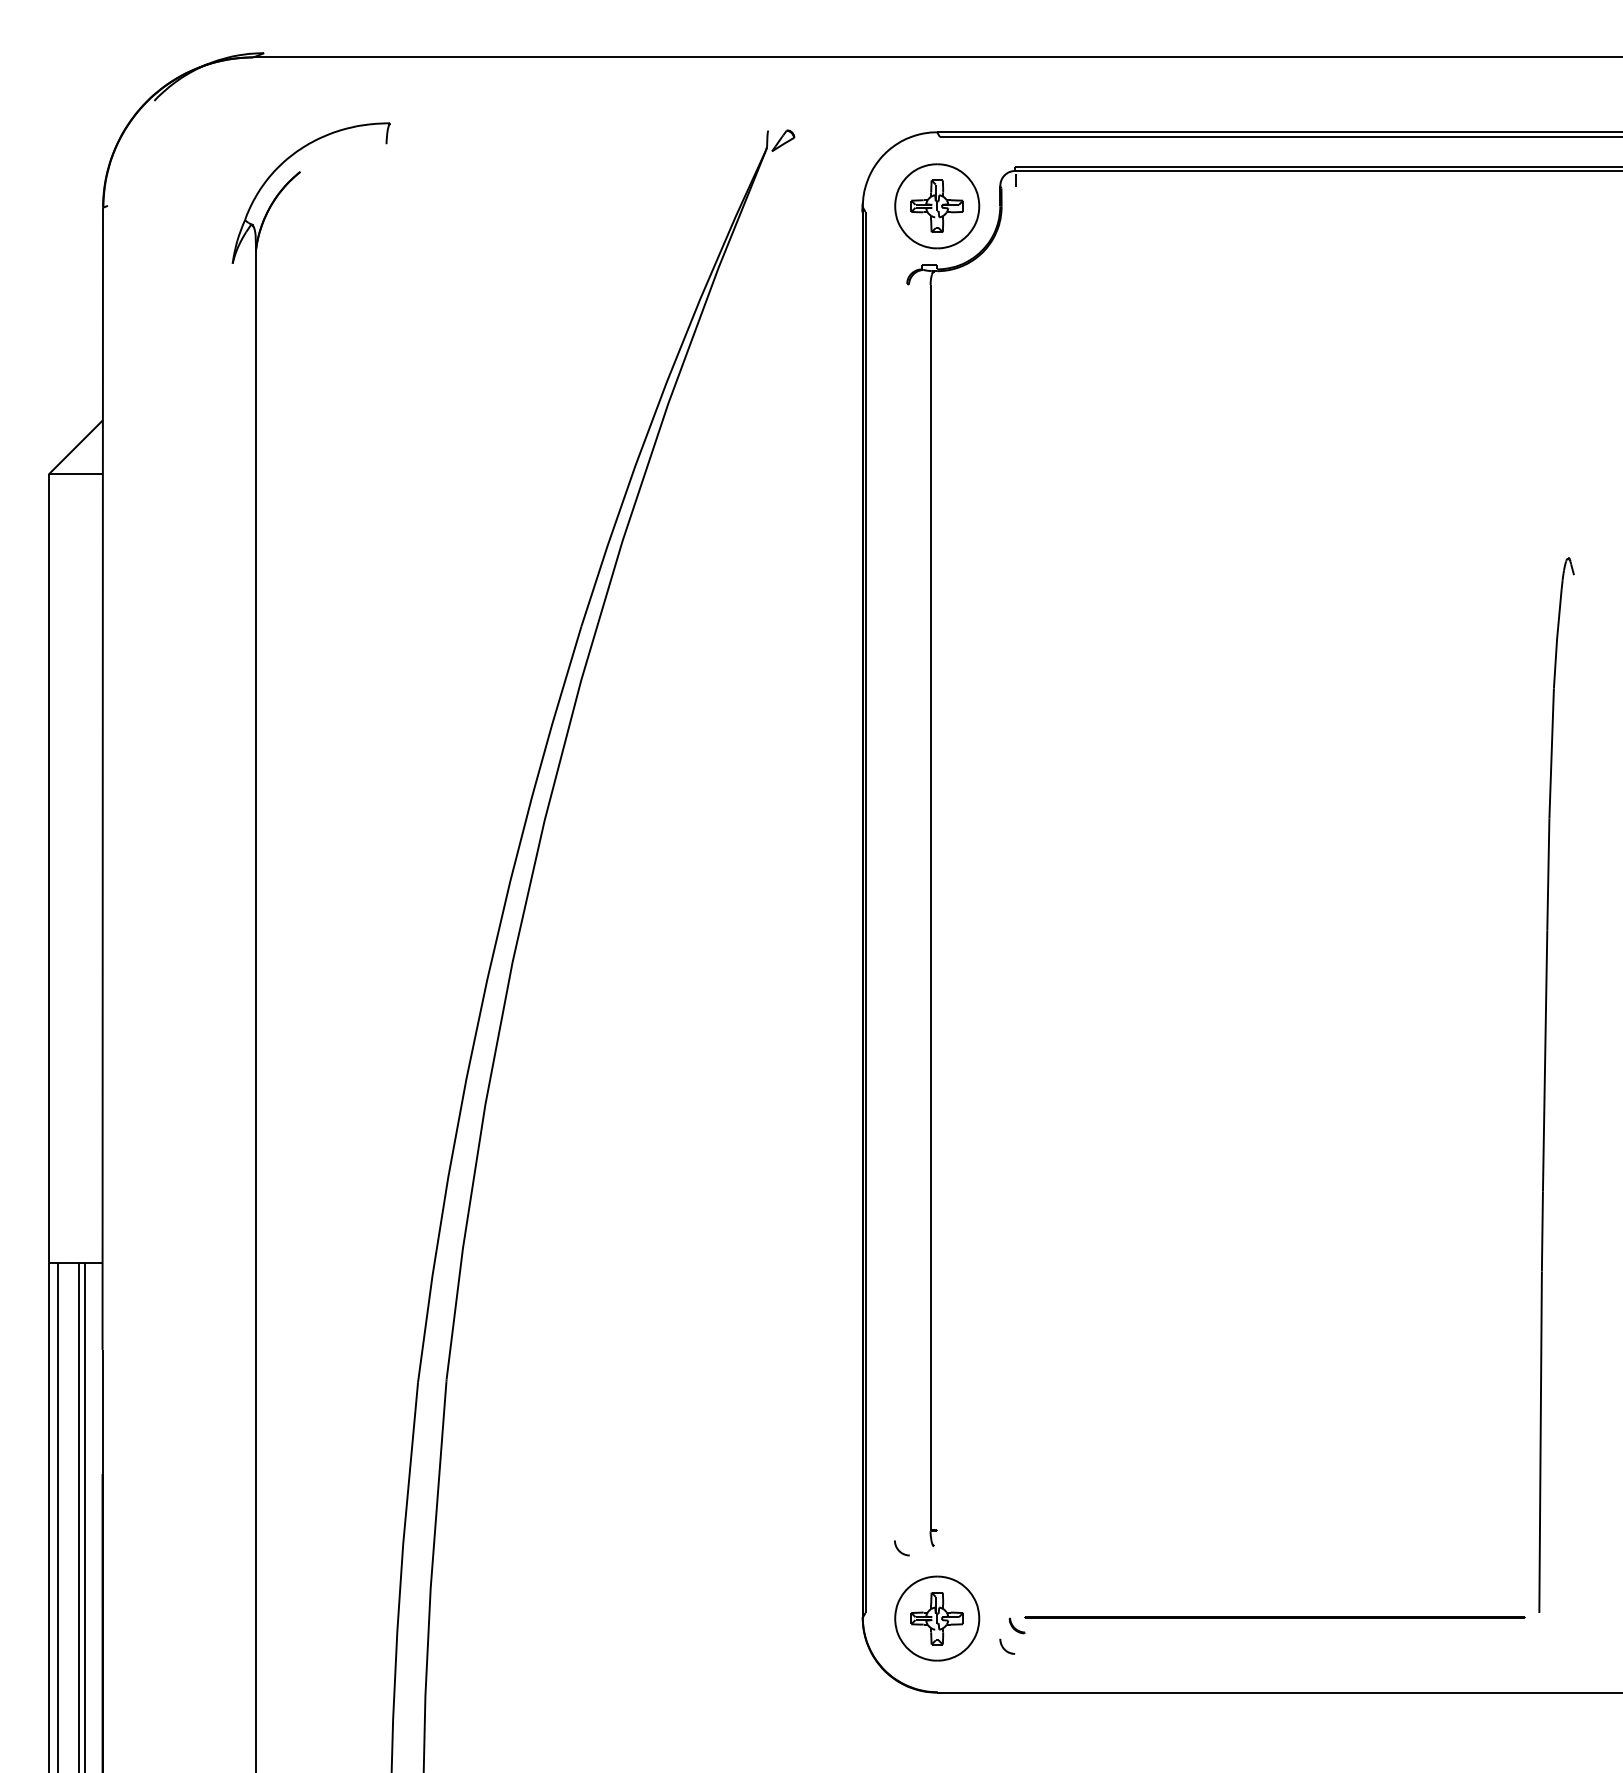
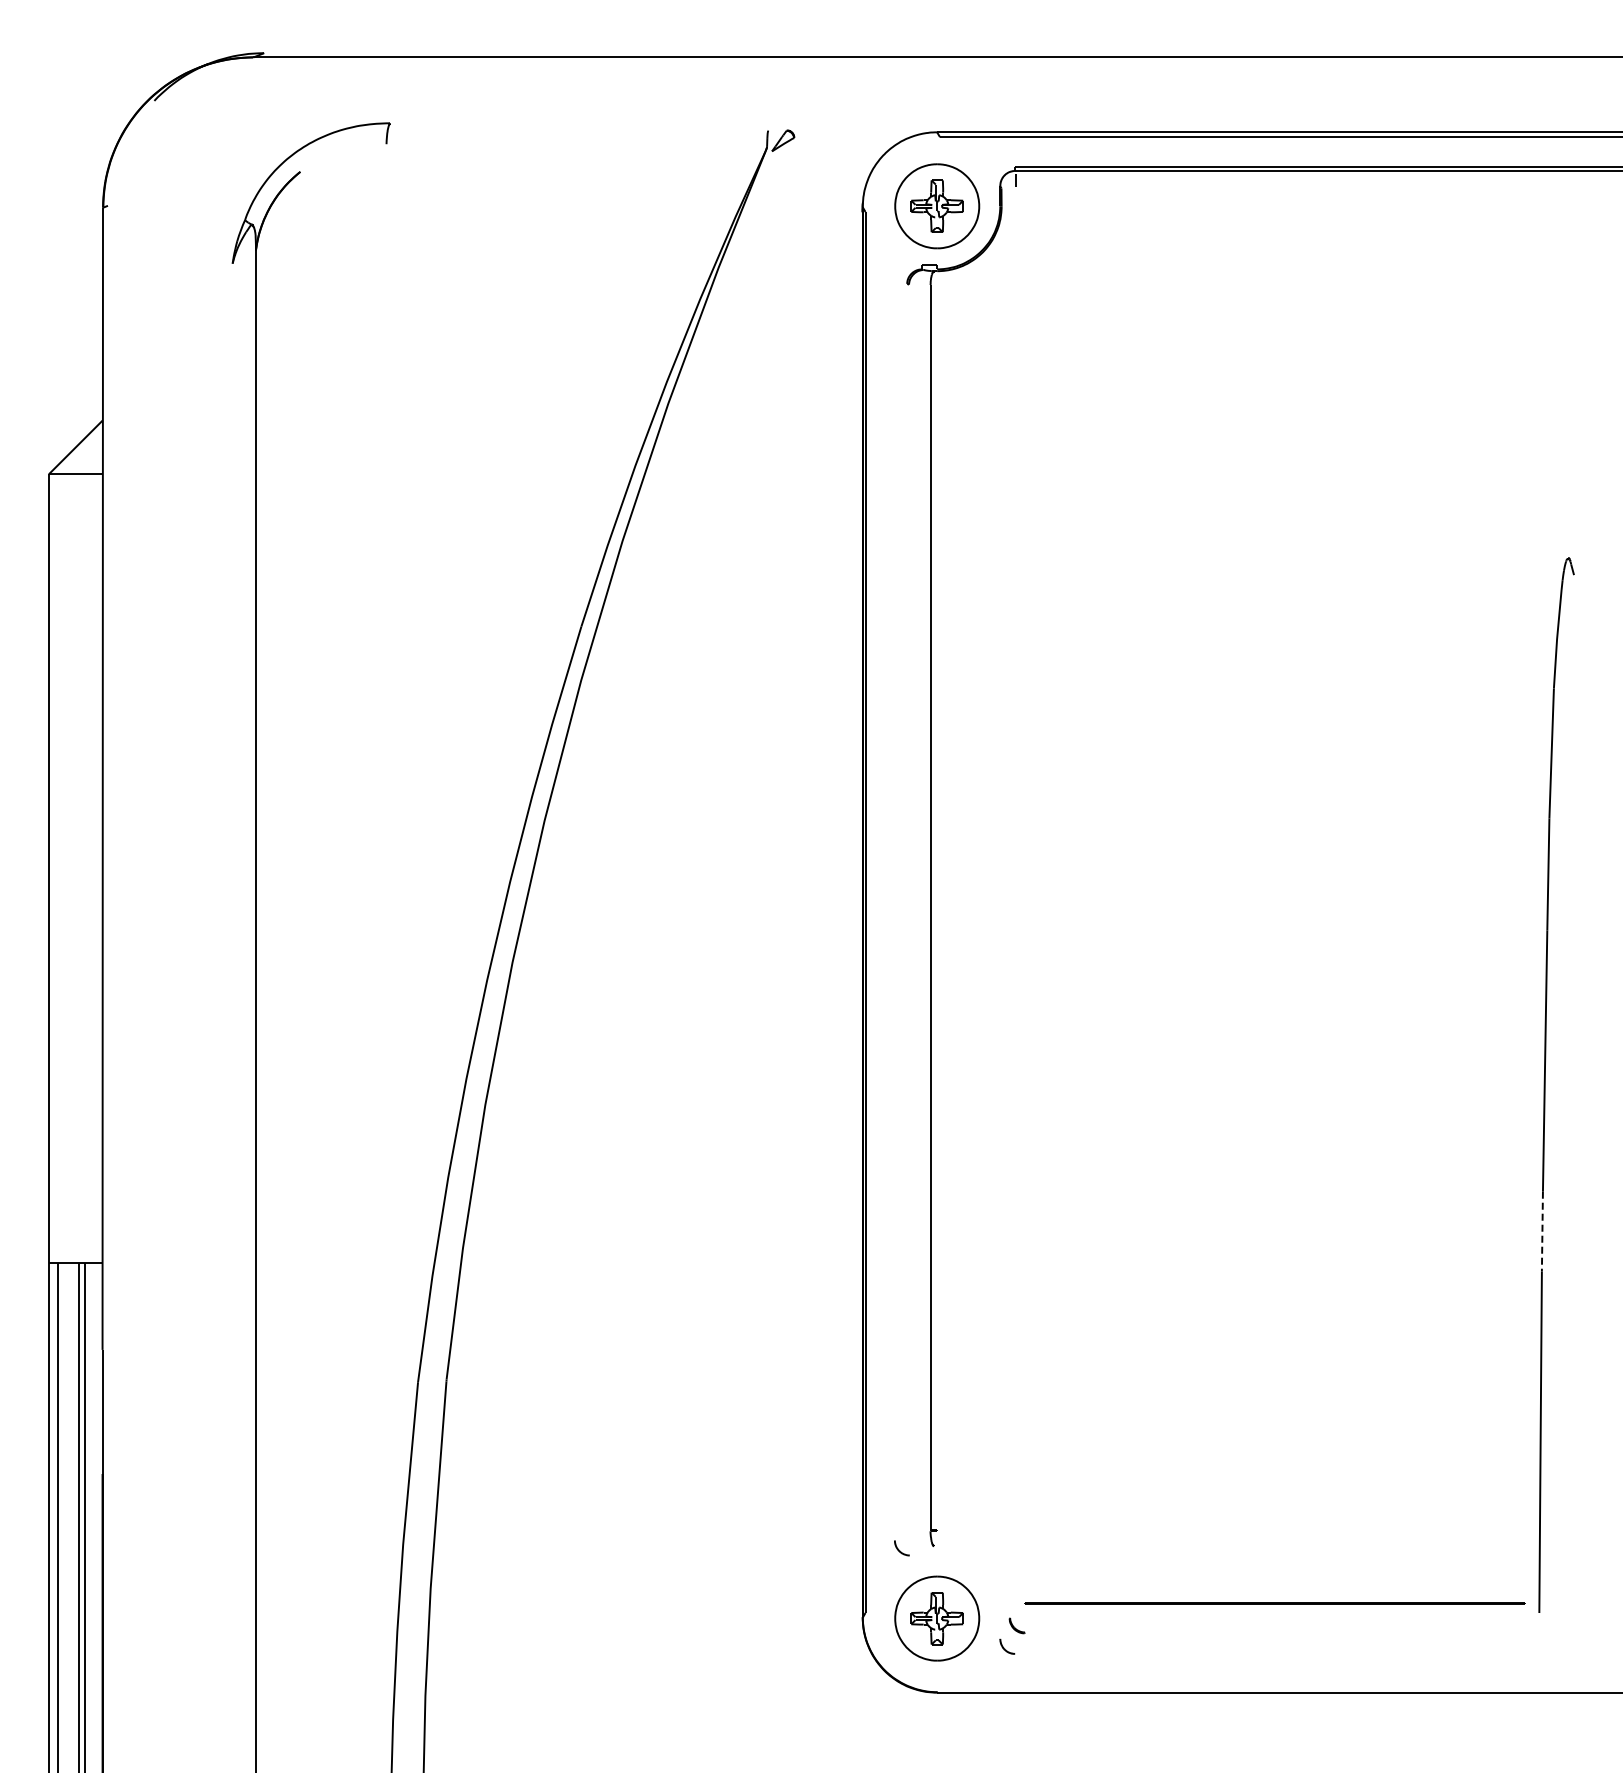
line at (1542, 1231): solid -> dashed
line at (1274, 1617) position: (1274, 1617) -> (1274, 1603)
